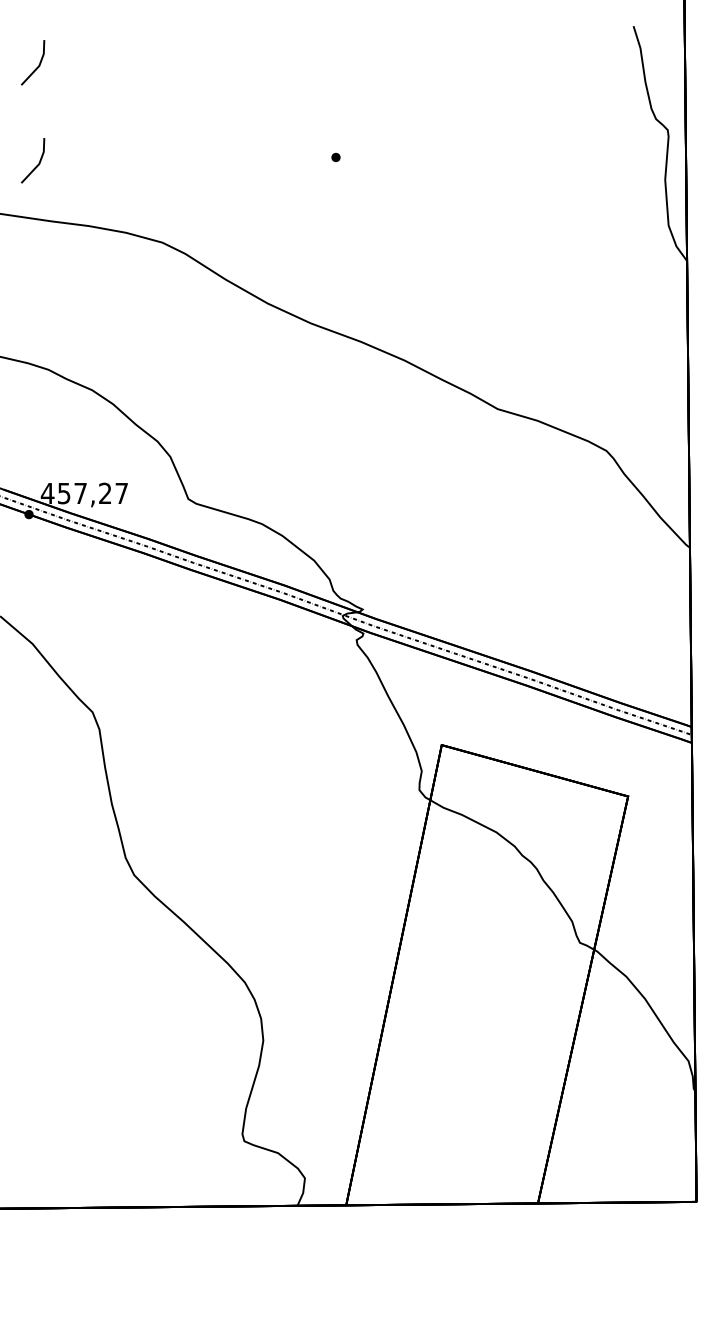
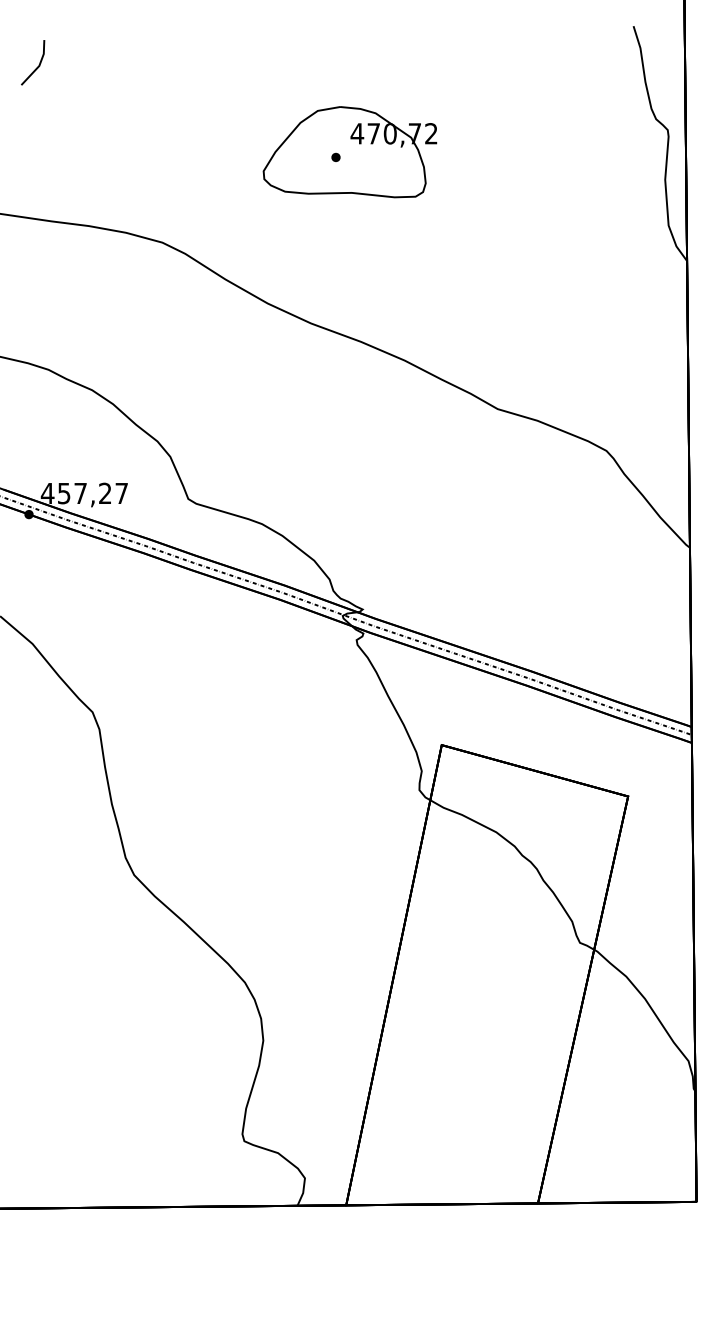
part at (349, 152): none -> present
line at (38, 162): present -> none
